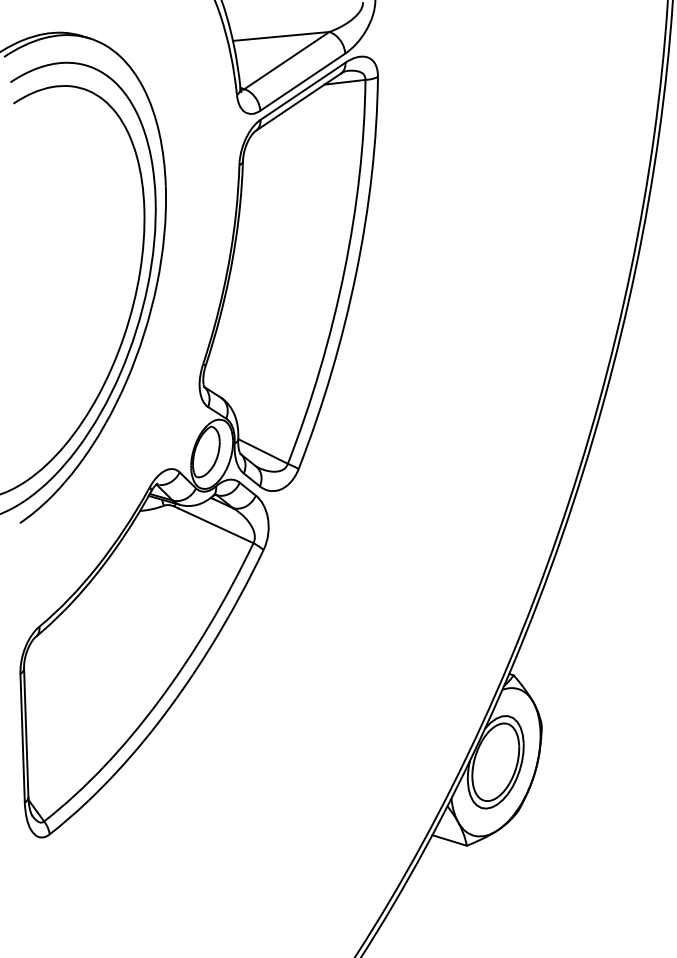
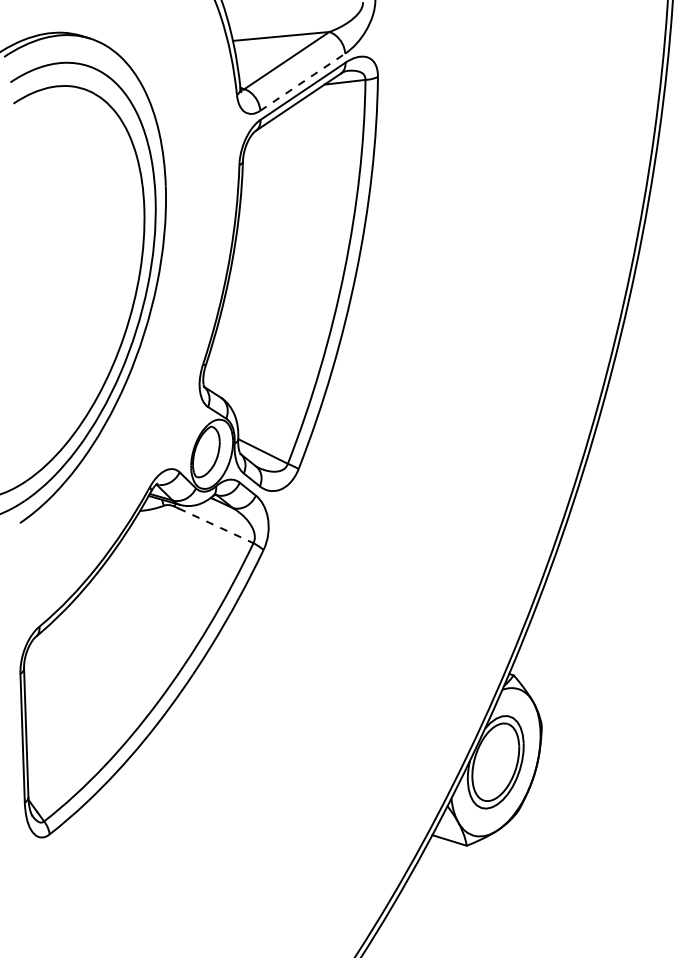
line at (303, 81): solid -> dashed
line at (216, 526): solid -> dashed
